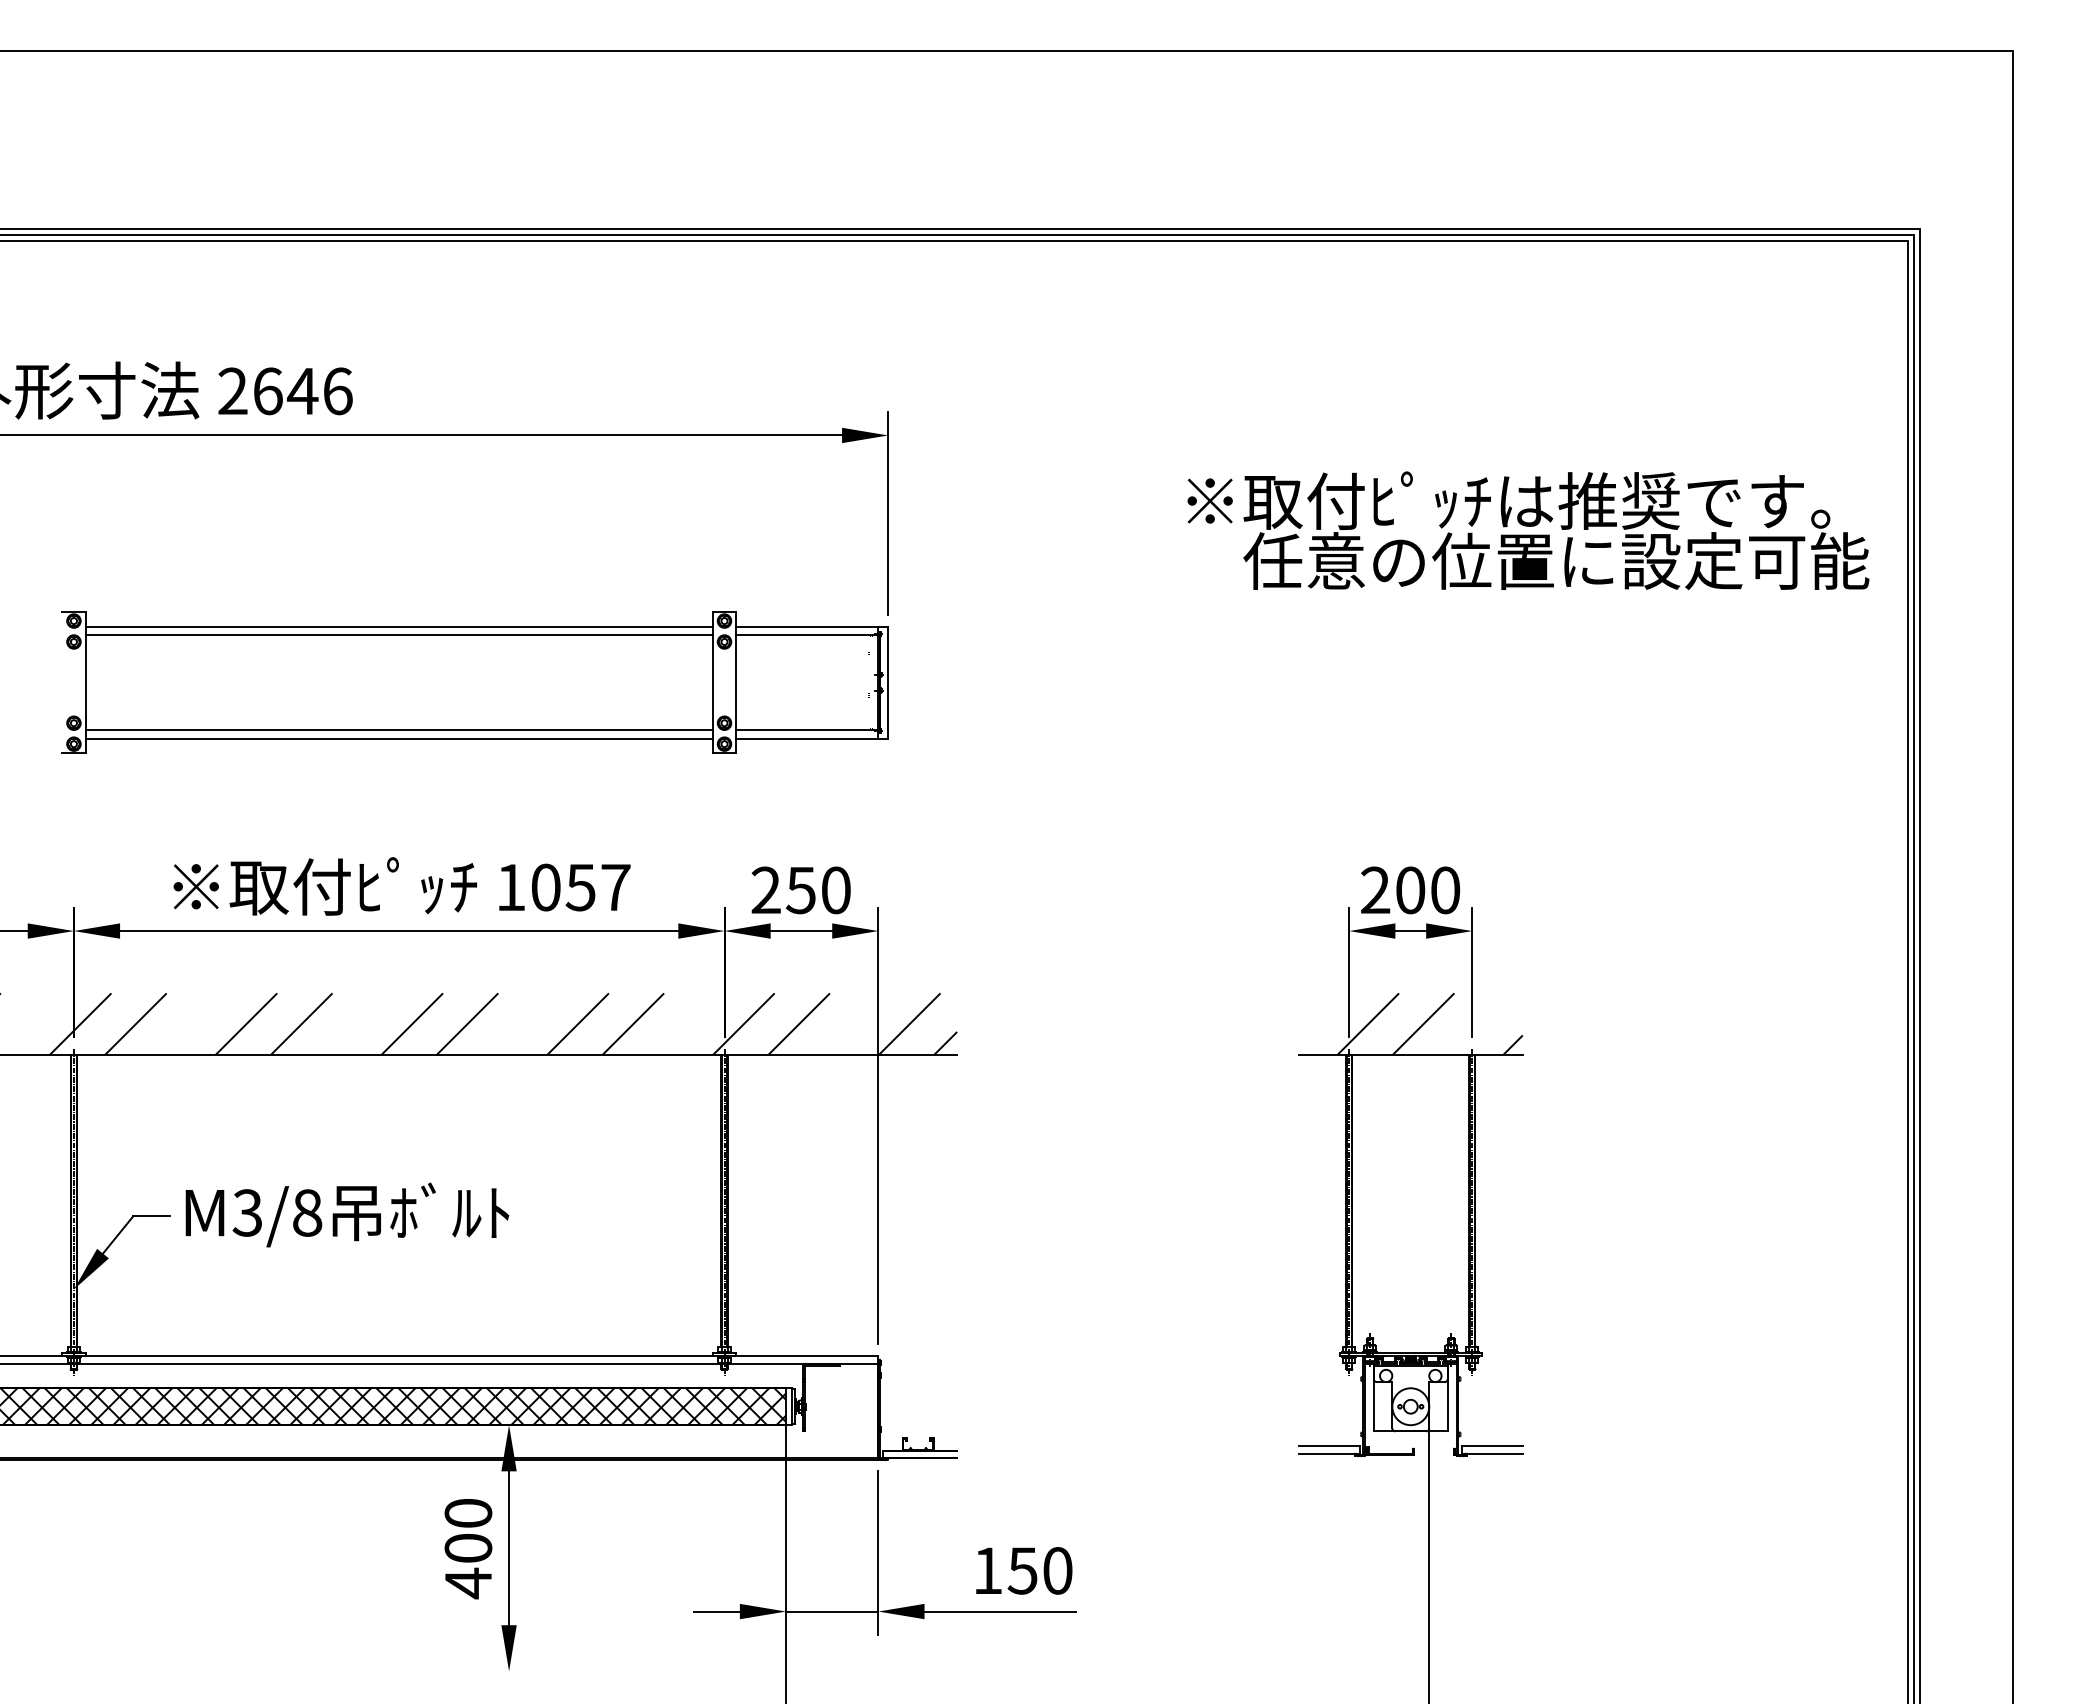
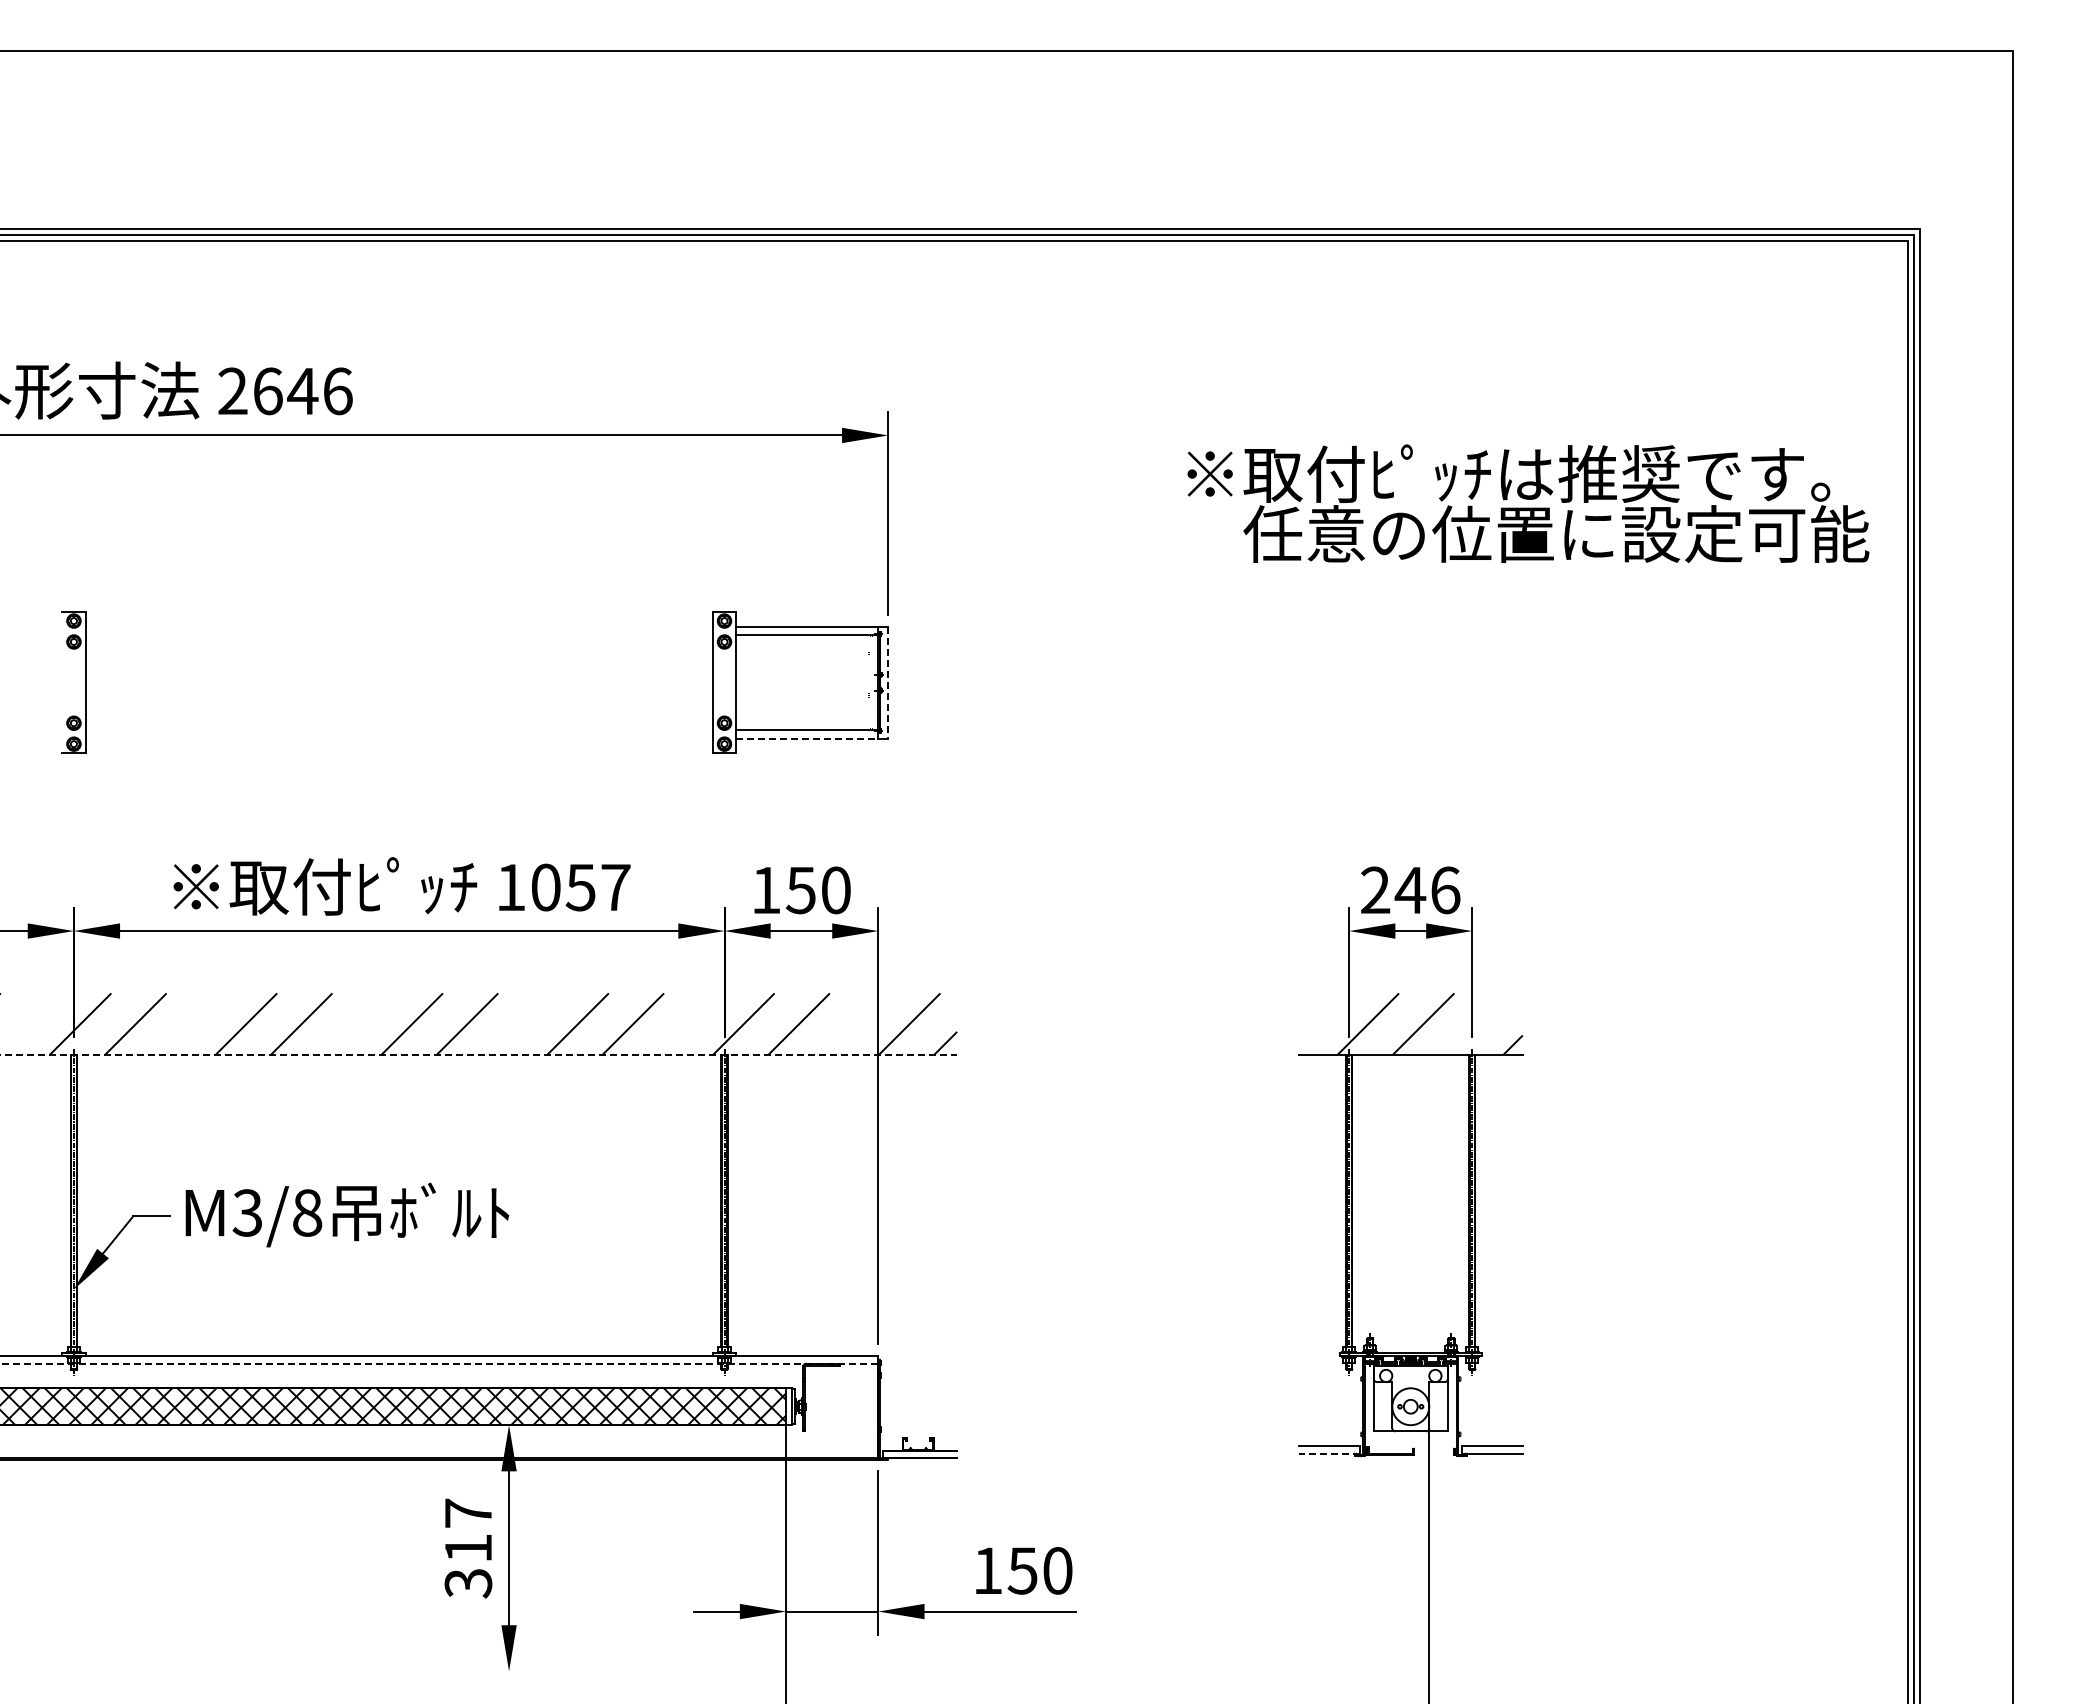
text at (1528, 530) position: (1528, 530) -> (1528, 503)
line at (398, 626): present -> none
line at (398, 635): present -> none
line at (888, 683): solid -> dashed
line at (398, 730): present -> none
line at (398, 738): present -> none
line at (807, 738): solid -> dashed
text at (765, 889): 250 -> 150
text at (1427, 890): 200 -> 246
line at (479, 1054): solid -> dashed
line at (439, 1363): solid -> dashed
line at (1329, 1453): solid -> dashed
text at (468, 1548): 400 -> 317
